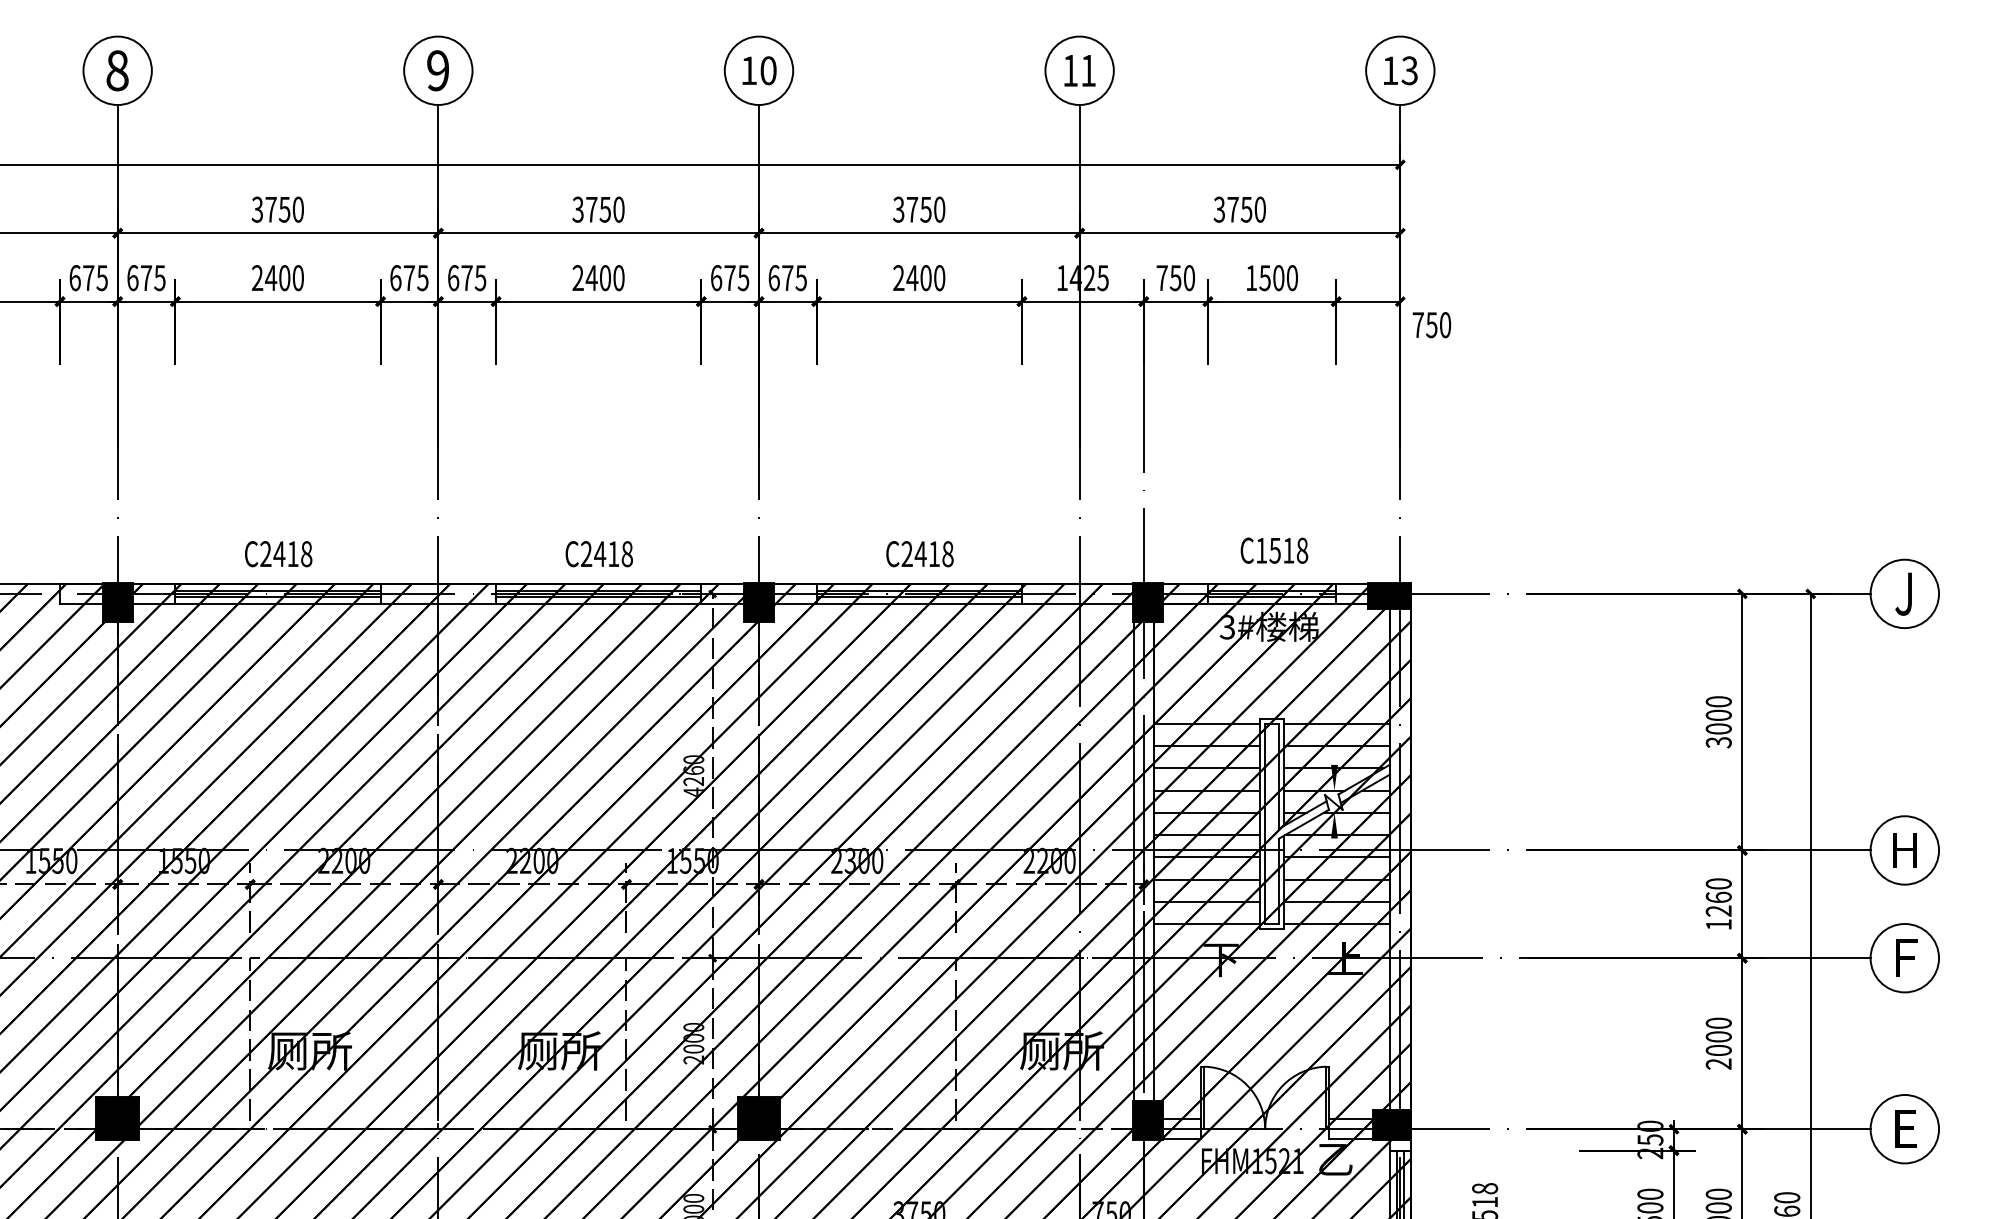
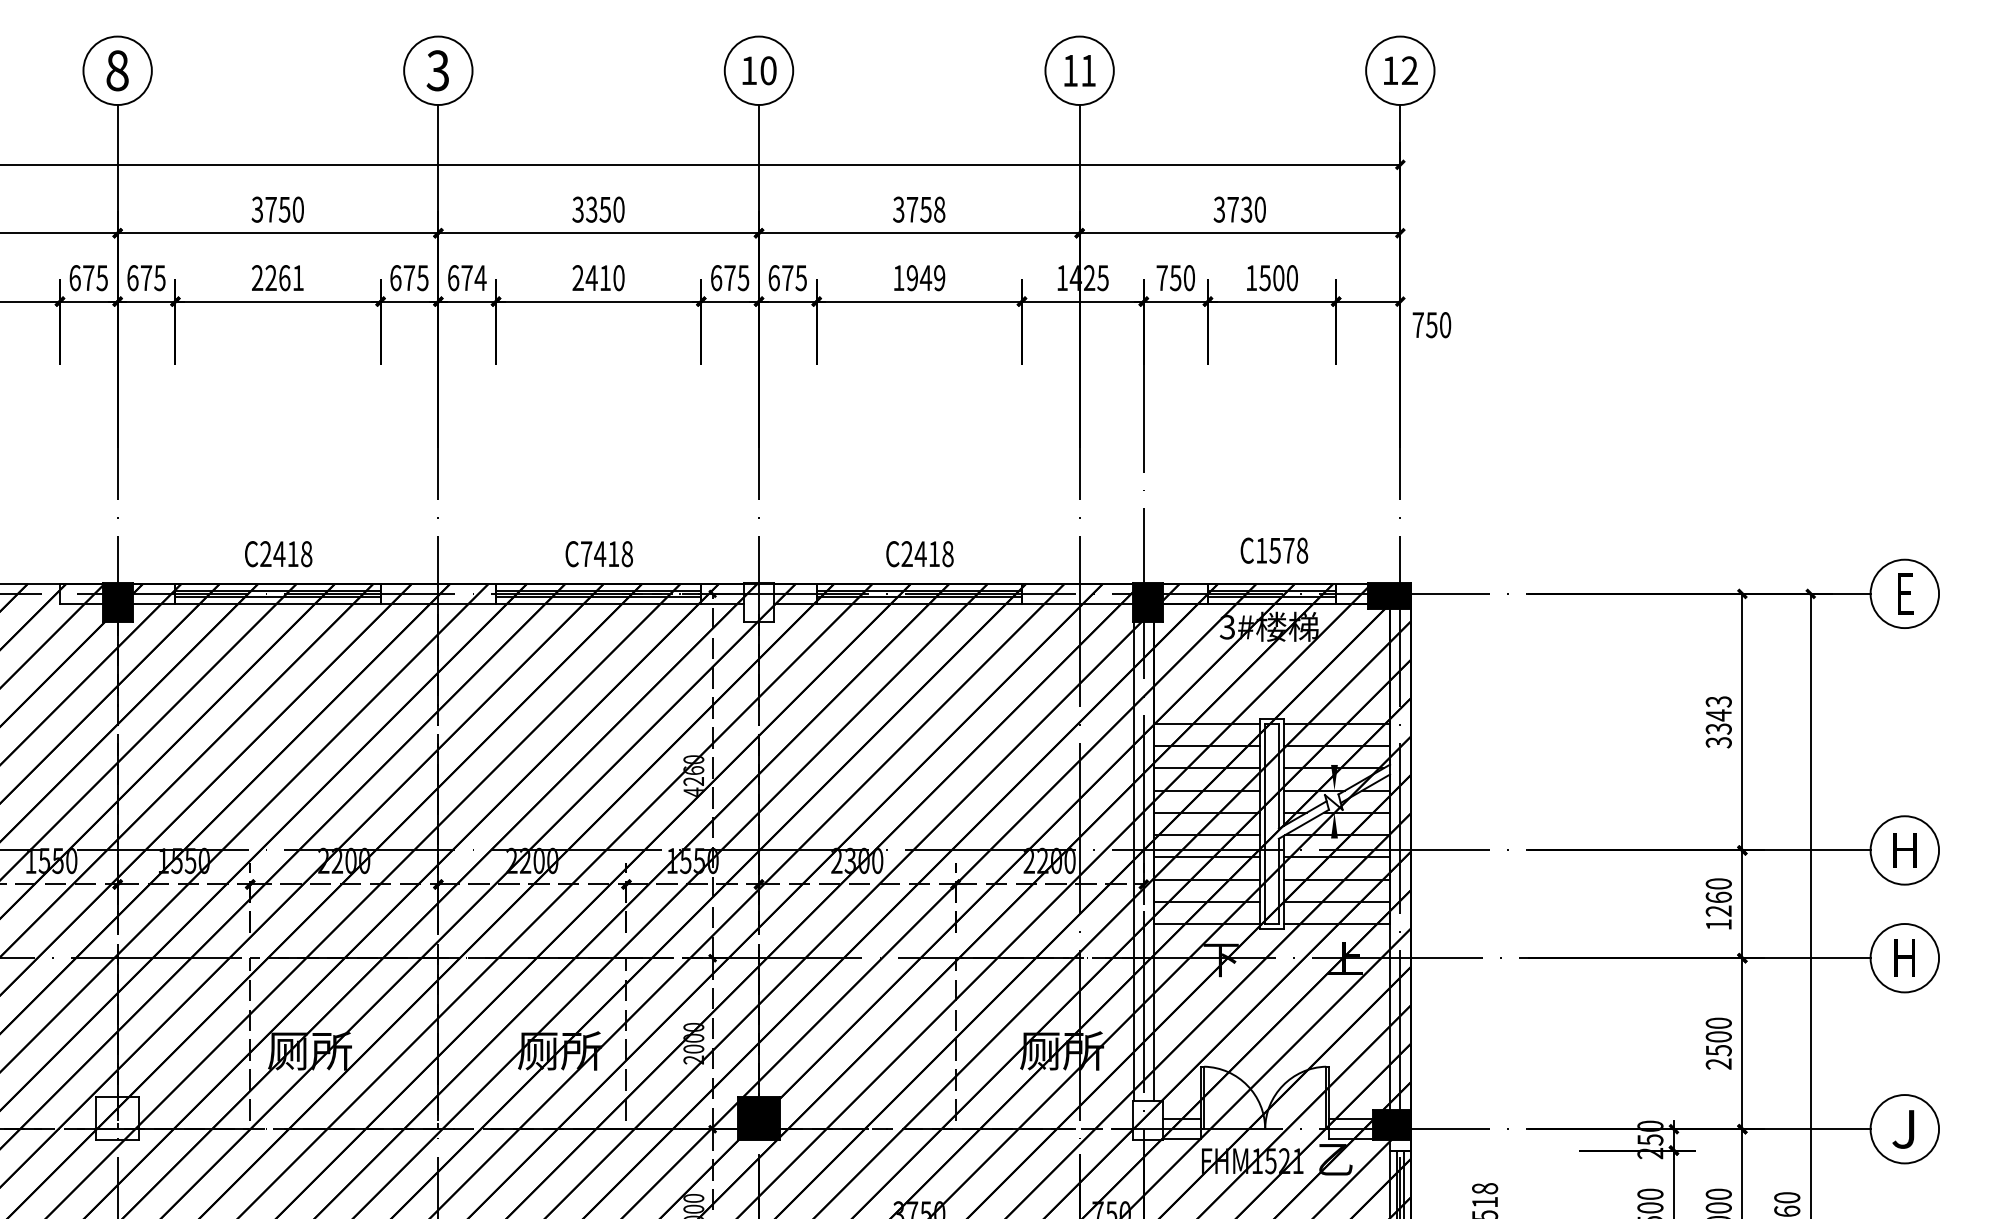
text at (437, 70): 9 -> 3
text at (1409, 70): 13 -> 12
text at (591, 209): 3750 -> 3350
text at (939, 209): 3750 -> 3758
text at (1246, 209): 3750 -> 3730
text at (284, 278): 2400 -> 2261
text at (480, 278): 675 -> 674
text at (605, 278): 2400 -> 2410
text at (919, 278): 2400 -> 1949
text at (1288, 550): C1518 -> C1578
text at (586, 553): C2418 -> C7418
text at (1904, 593): J -> E
fill at (758, 602): present -> none
text at (1718, 715): 3000 -> 3343
text at (1905, 957): F -> H
text at (1718, 1050): 2000 -> 2500
fill at (117, 1118): present -> none
fill at (1148, 1120): present -> none
text at (1904, 1129): E -> J
